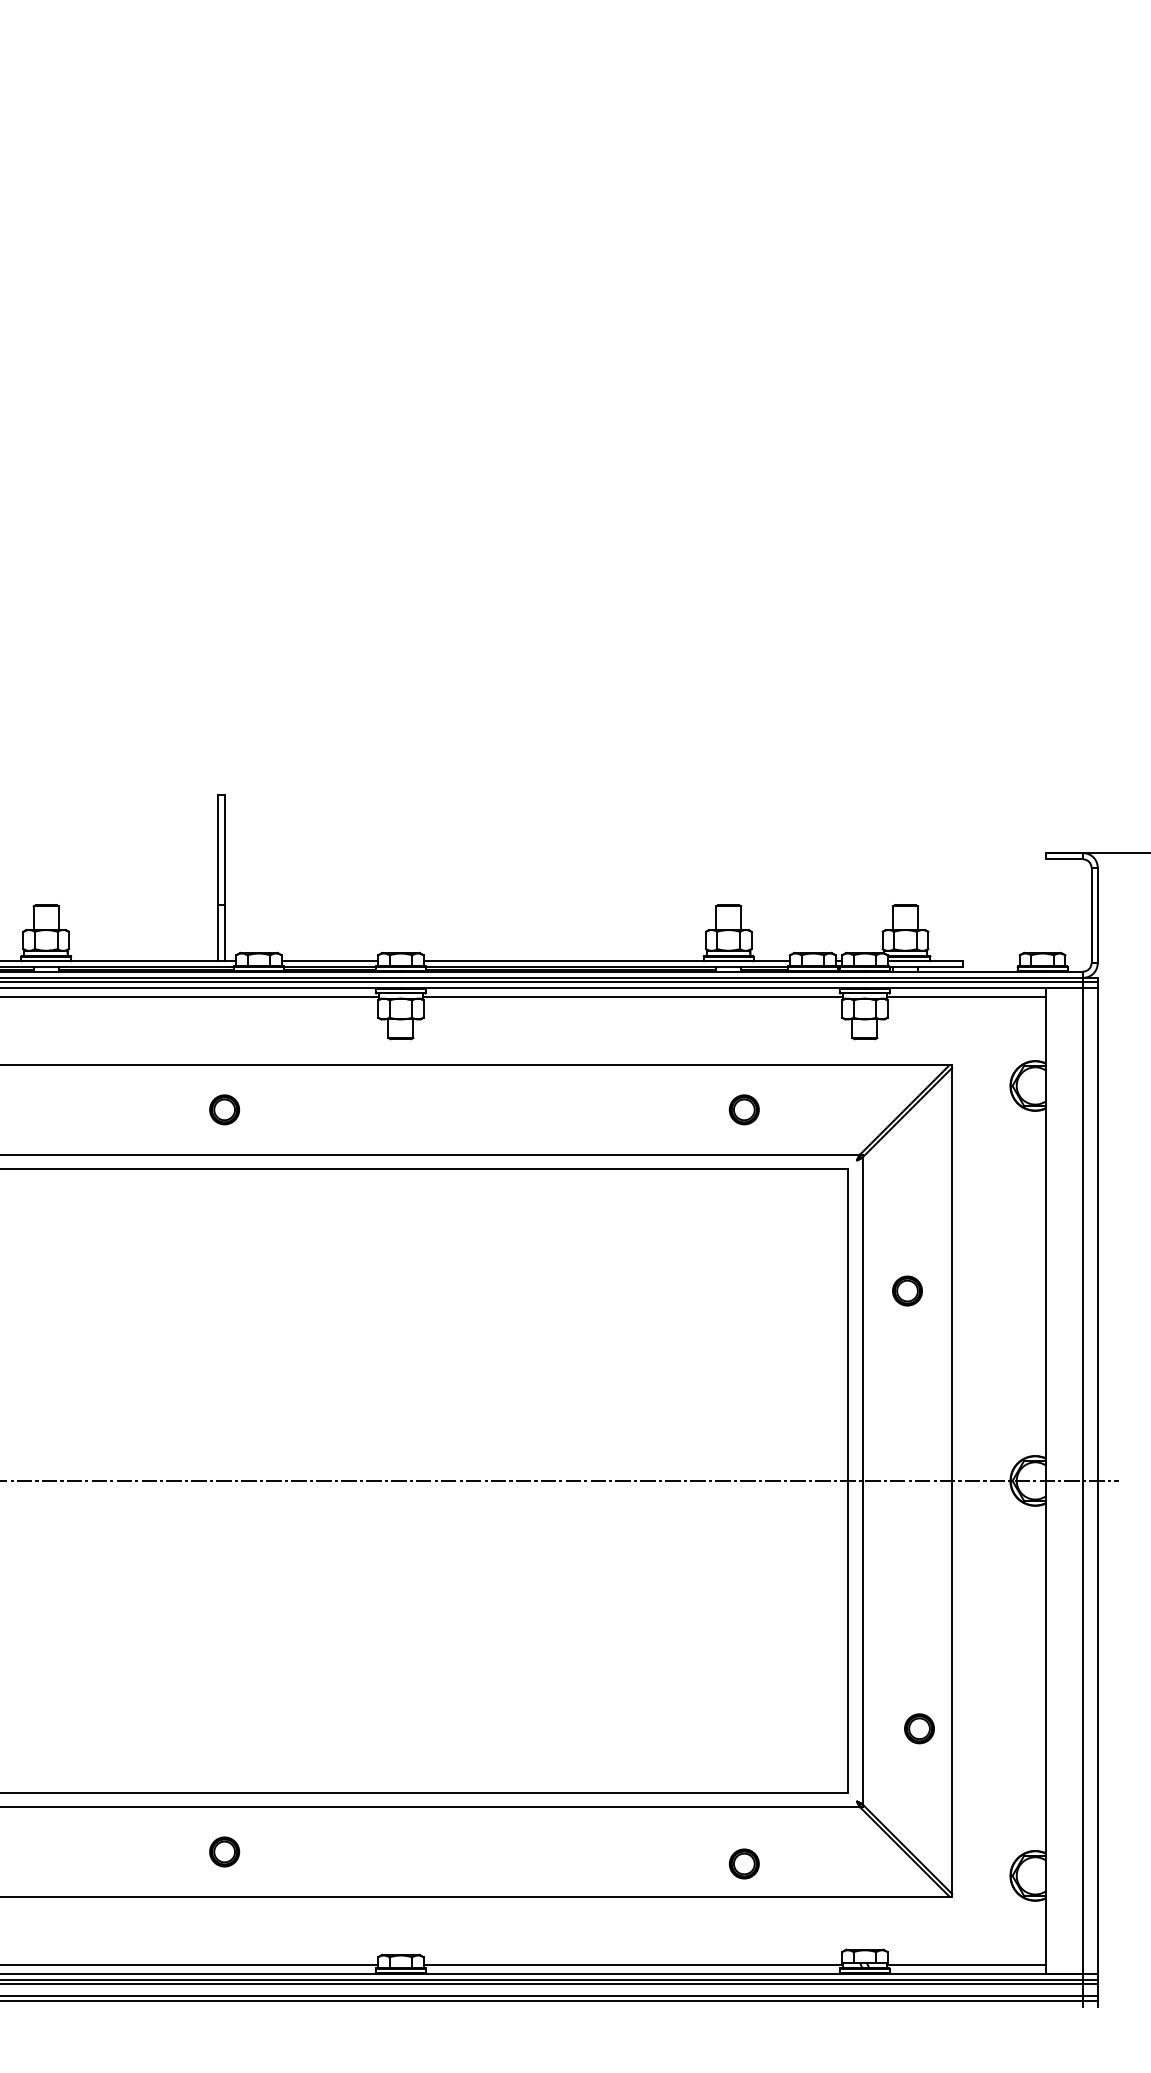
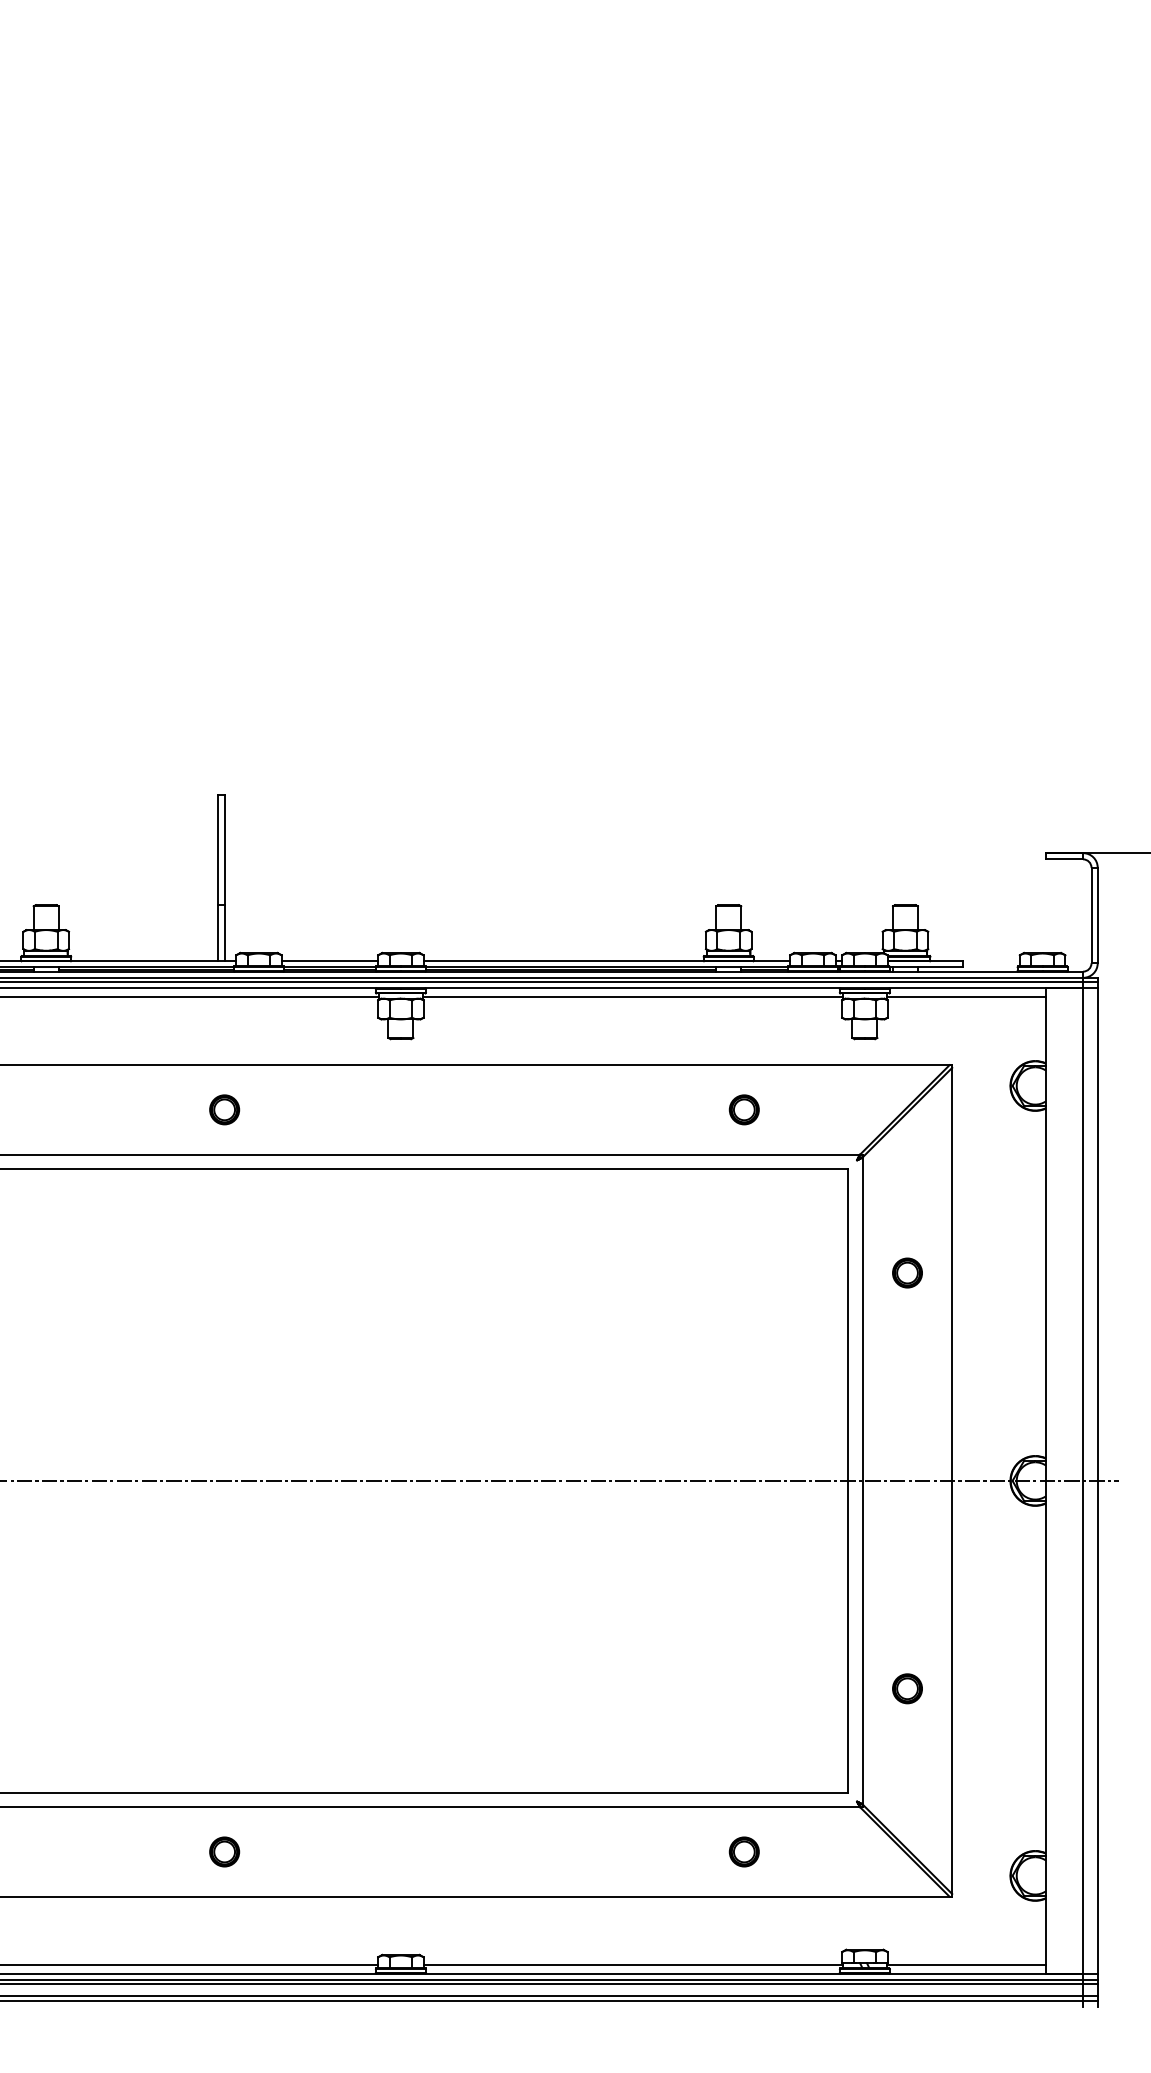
part at (907, 1290) position: (907, 1290) -> (907, 1272)
part at (919, 1728) position: (919, 1728) -> (907, 1688)
part at (743, 1863) position: (743, 1863) -> (743, 1851)
